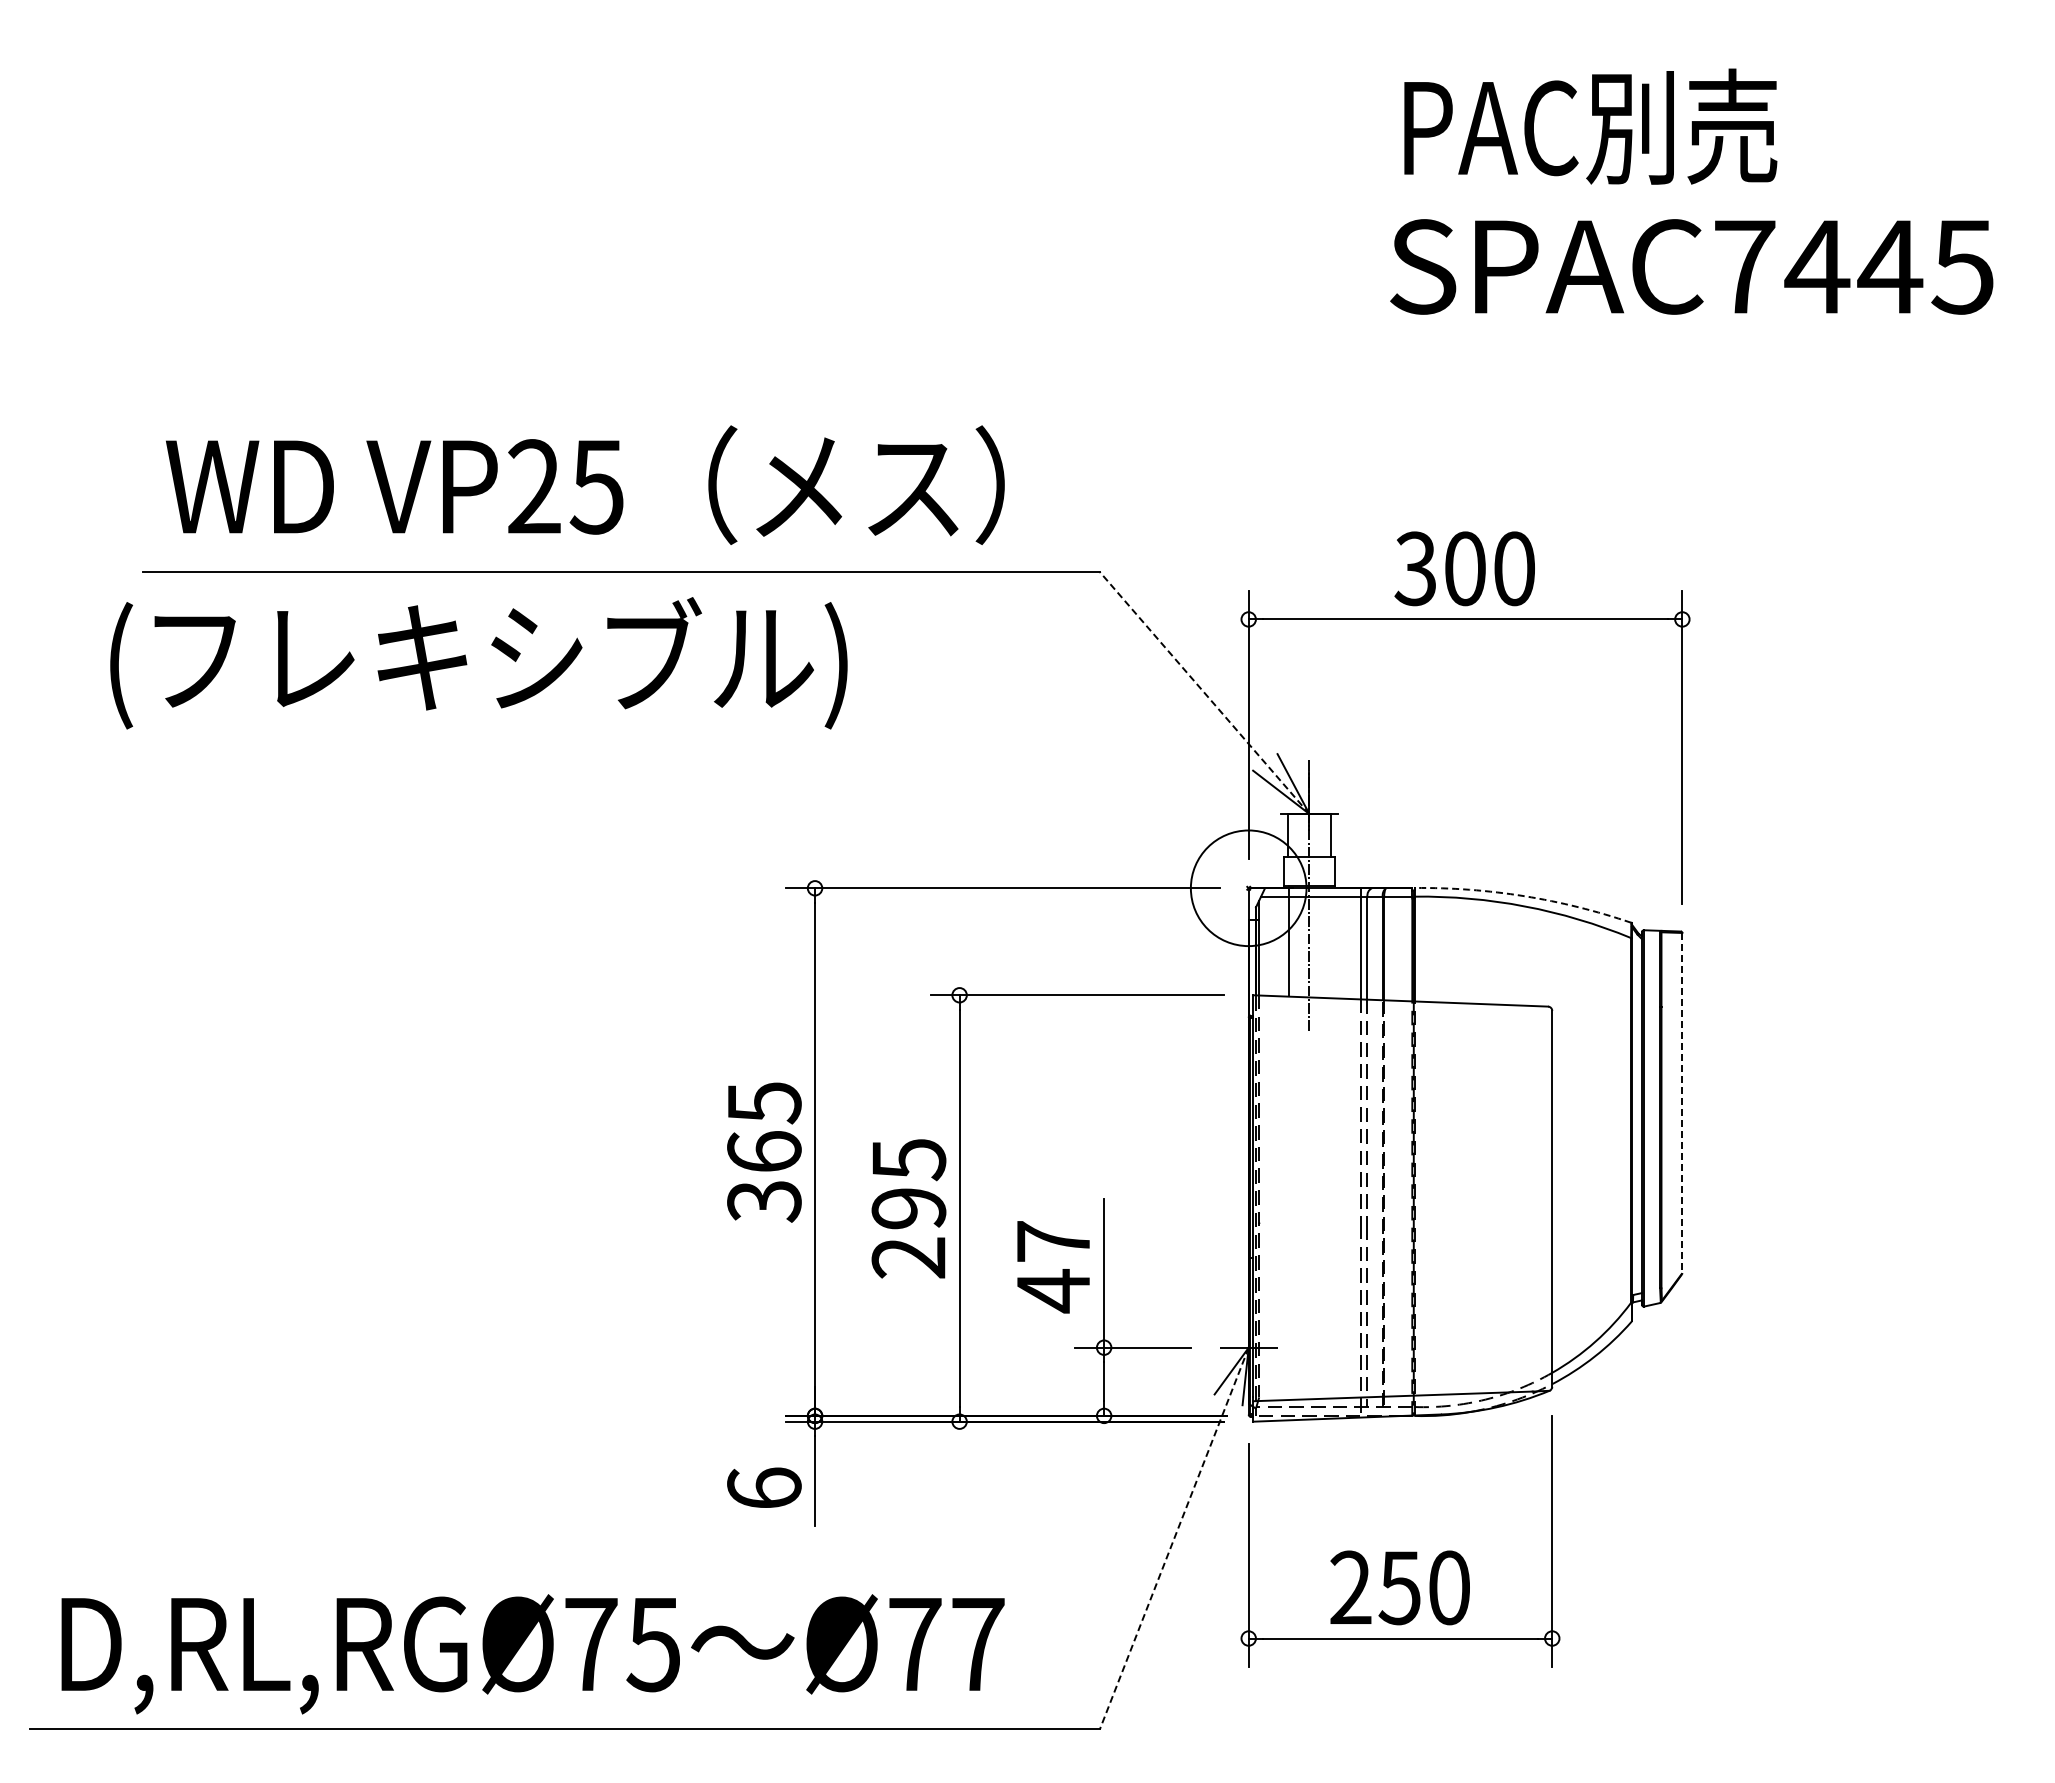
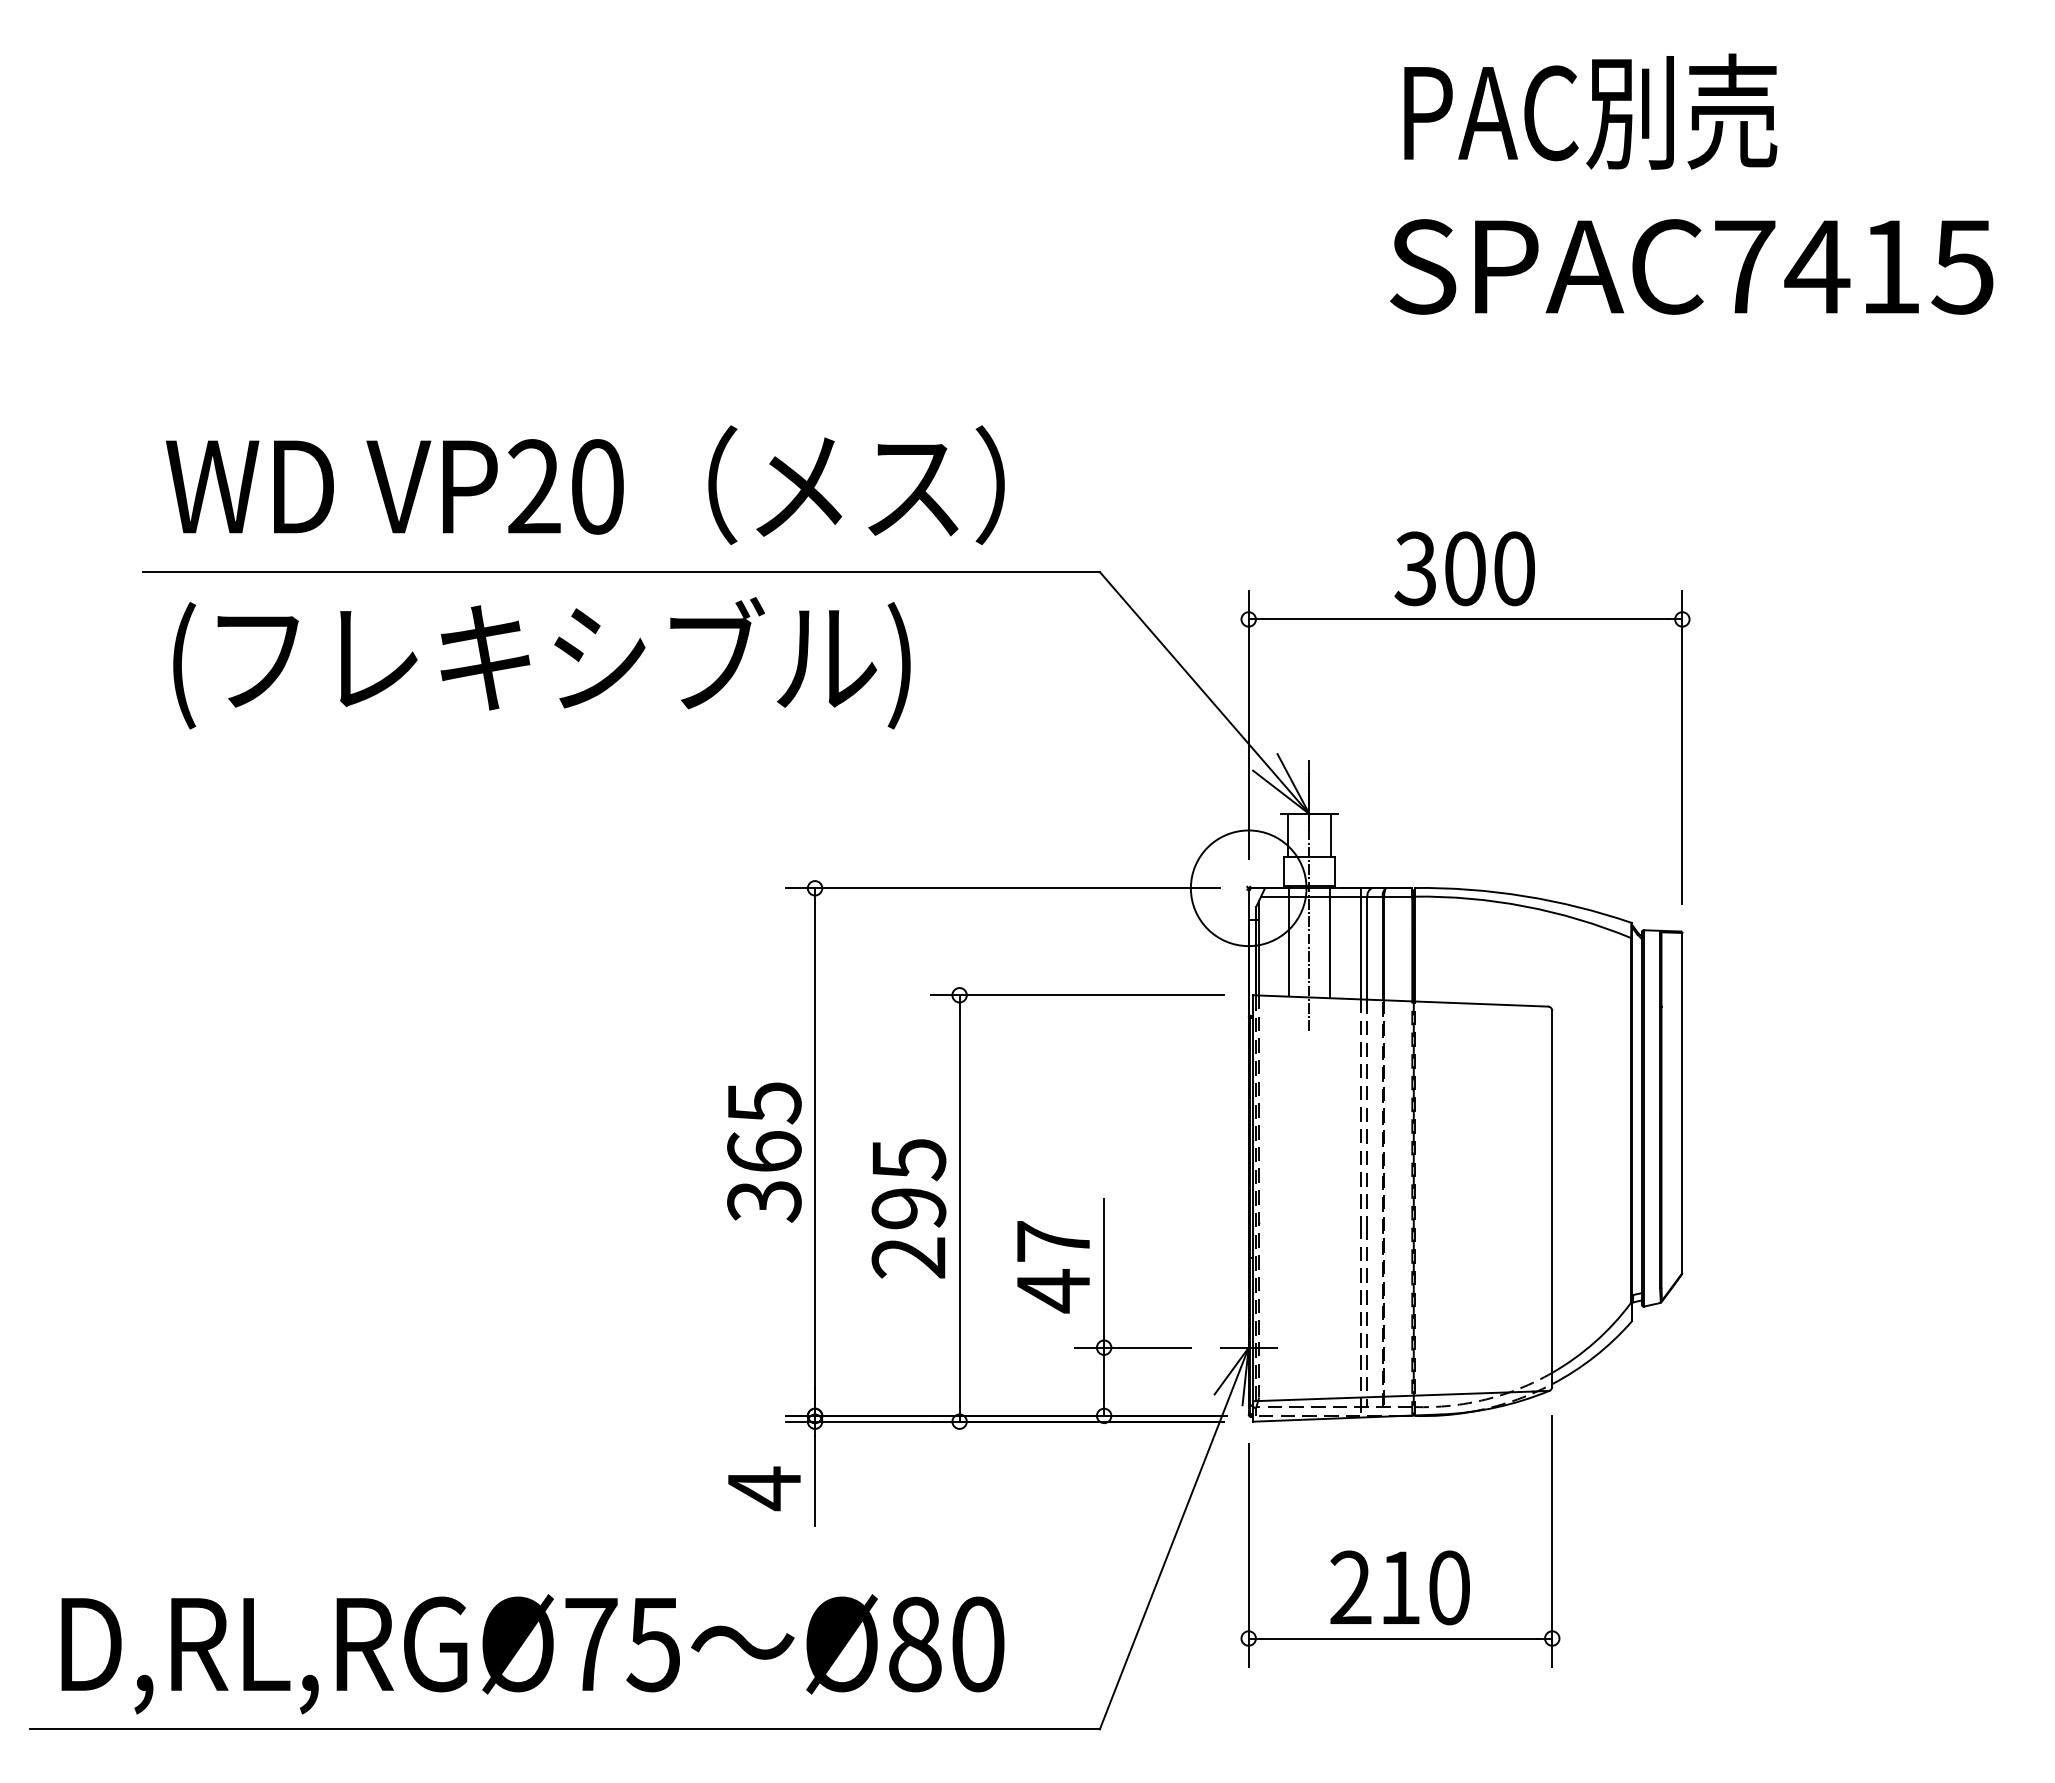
text at (1590, 126) position: (1590, 126) -> (1590, 111)
text at (1890, 266): SPAC7445 -> SPAC7415
text at (596, 486): VP25 -> VP20
text at (478, 663) position: (478, 663) -> (541, 663)
line at (1204, 692): dashed -> solid
arc at (1524, 896): dashed -> solid
line at (1330, 941): none -> present
line at (1682, 1103): dashed -> solid
text at (764, 1488): 6 -> 4
line at (1174, 1538): dashed -> solid
text at (1399, 1588): 250 -> 210
text at (946, 1644): Ø77 -> Ø80
